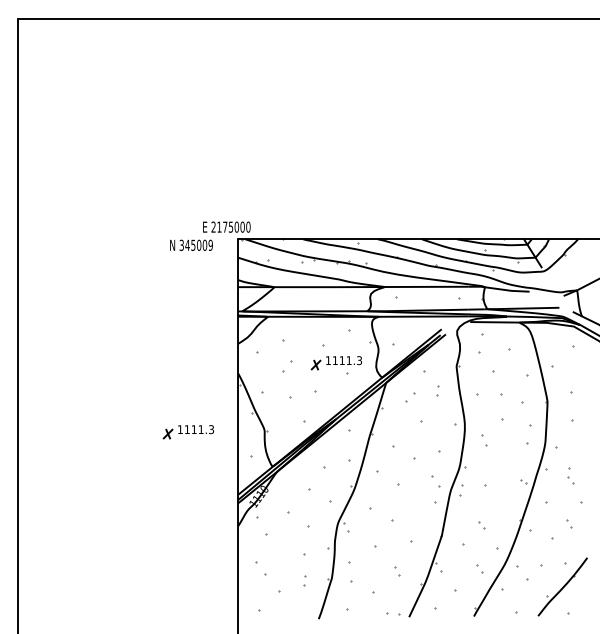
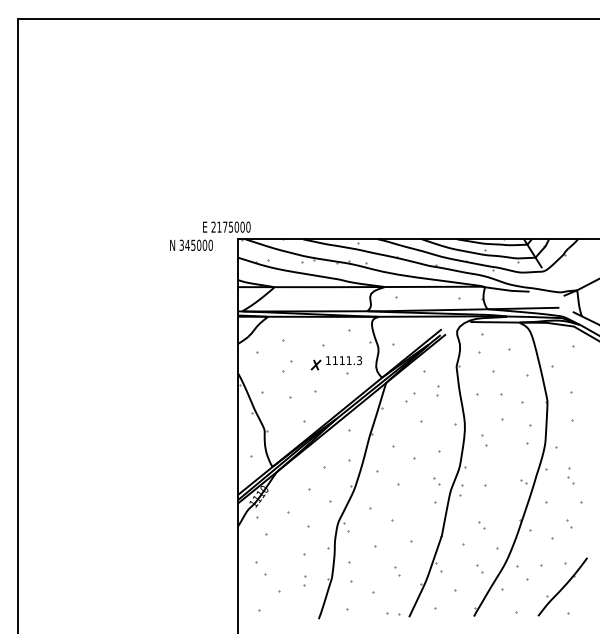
text at (210, 245): 345009 -> 345000
part at (187, 432): present -> none
part at (435, 481) size: 10x13 px -> 8x9 px
